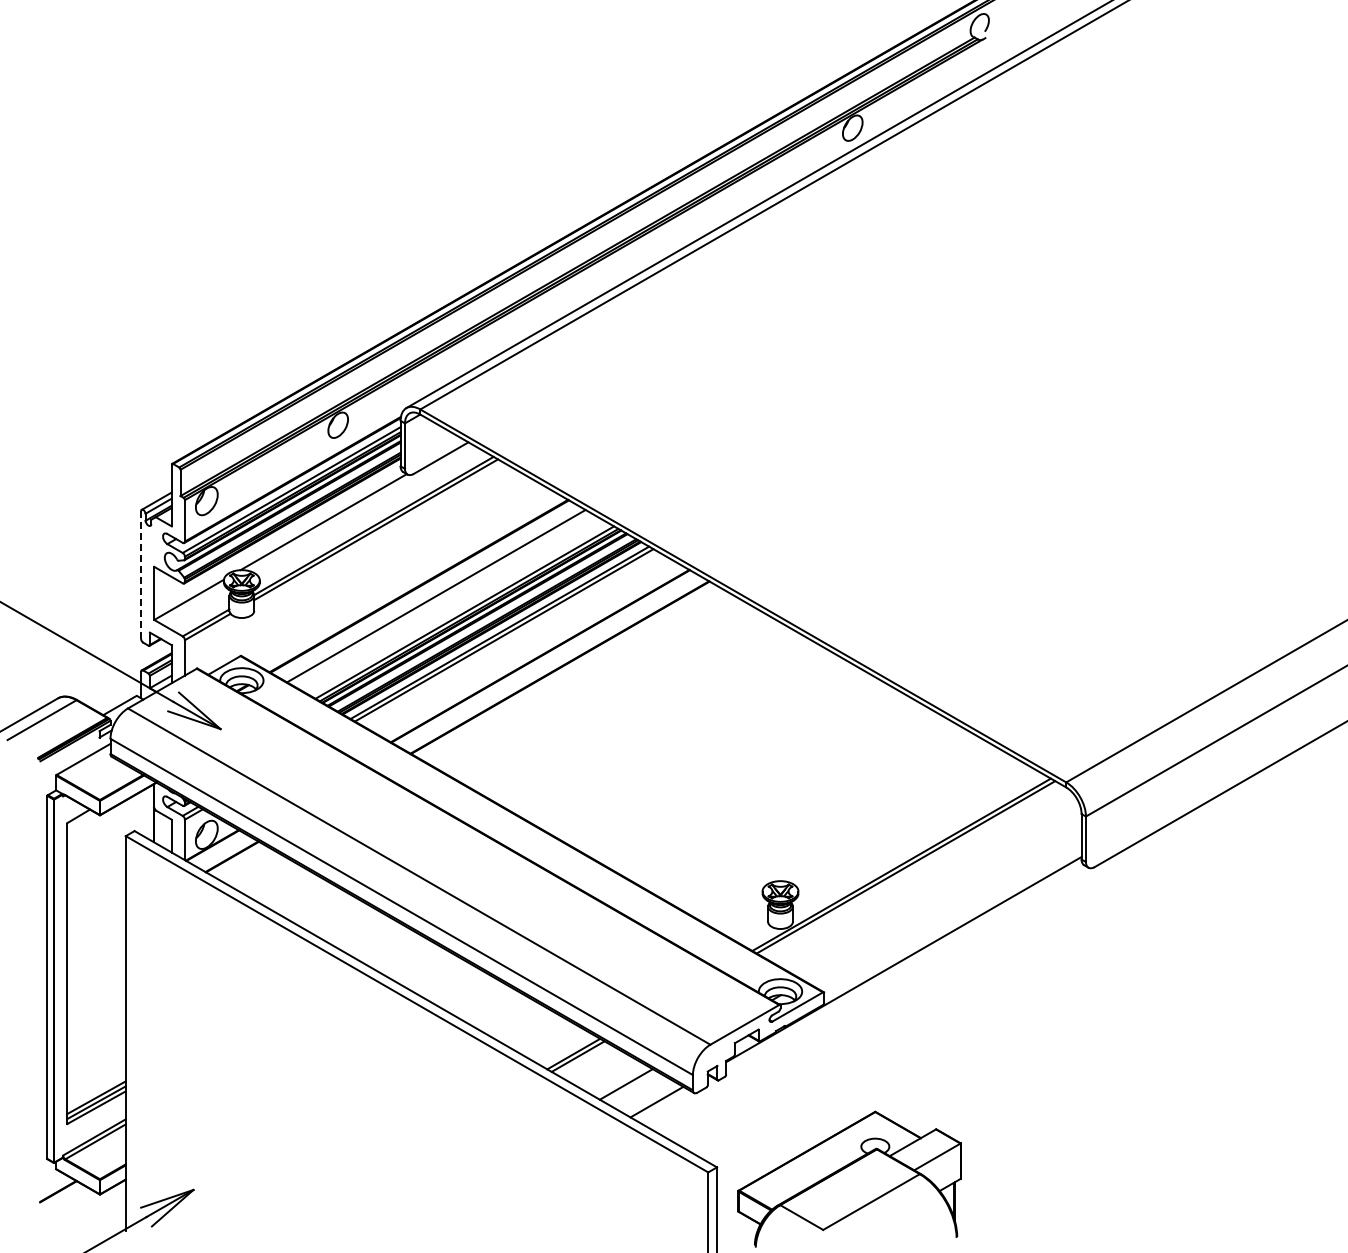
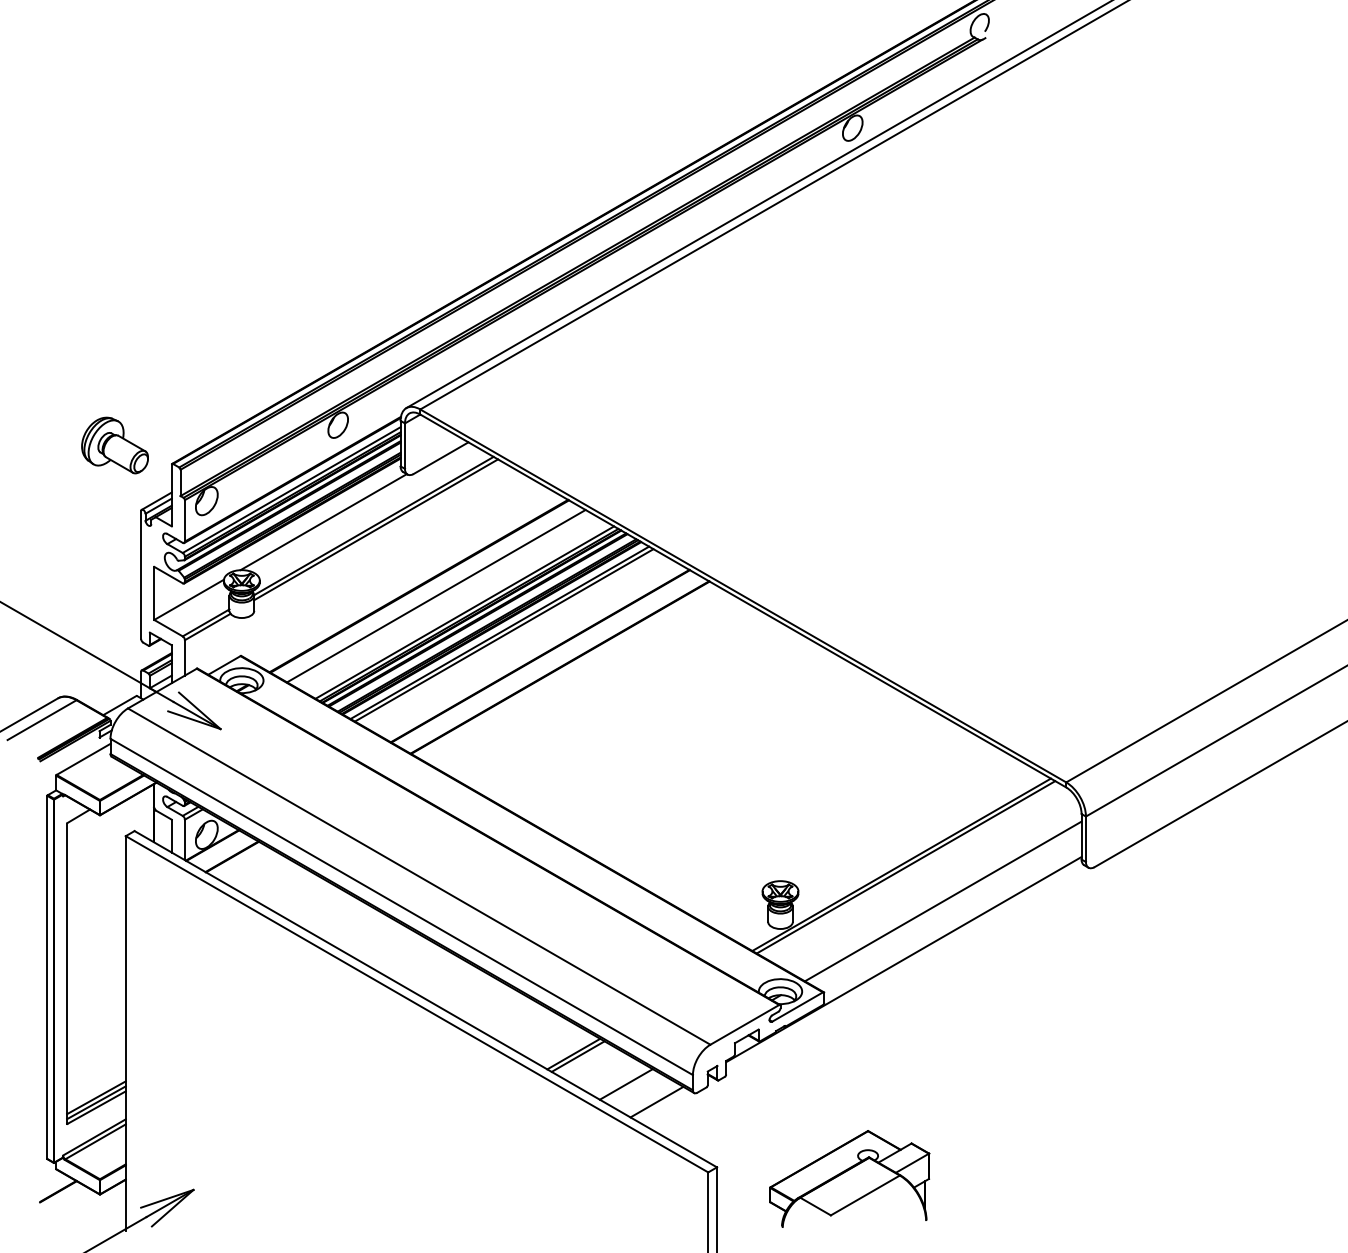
part at (114, 445): none -> present
line at (141, 575): dashed -> solid
line at (942, 901): none -> present
part at (849, 1178) size: 225x138 px -> 162x98 px
